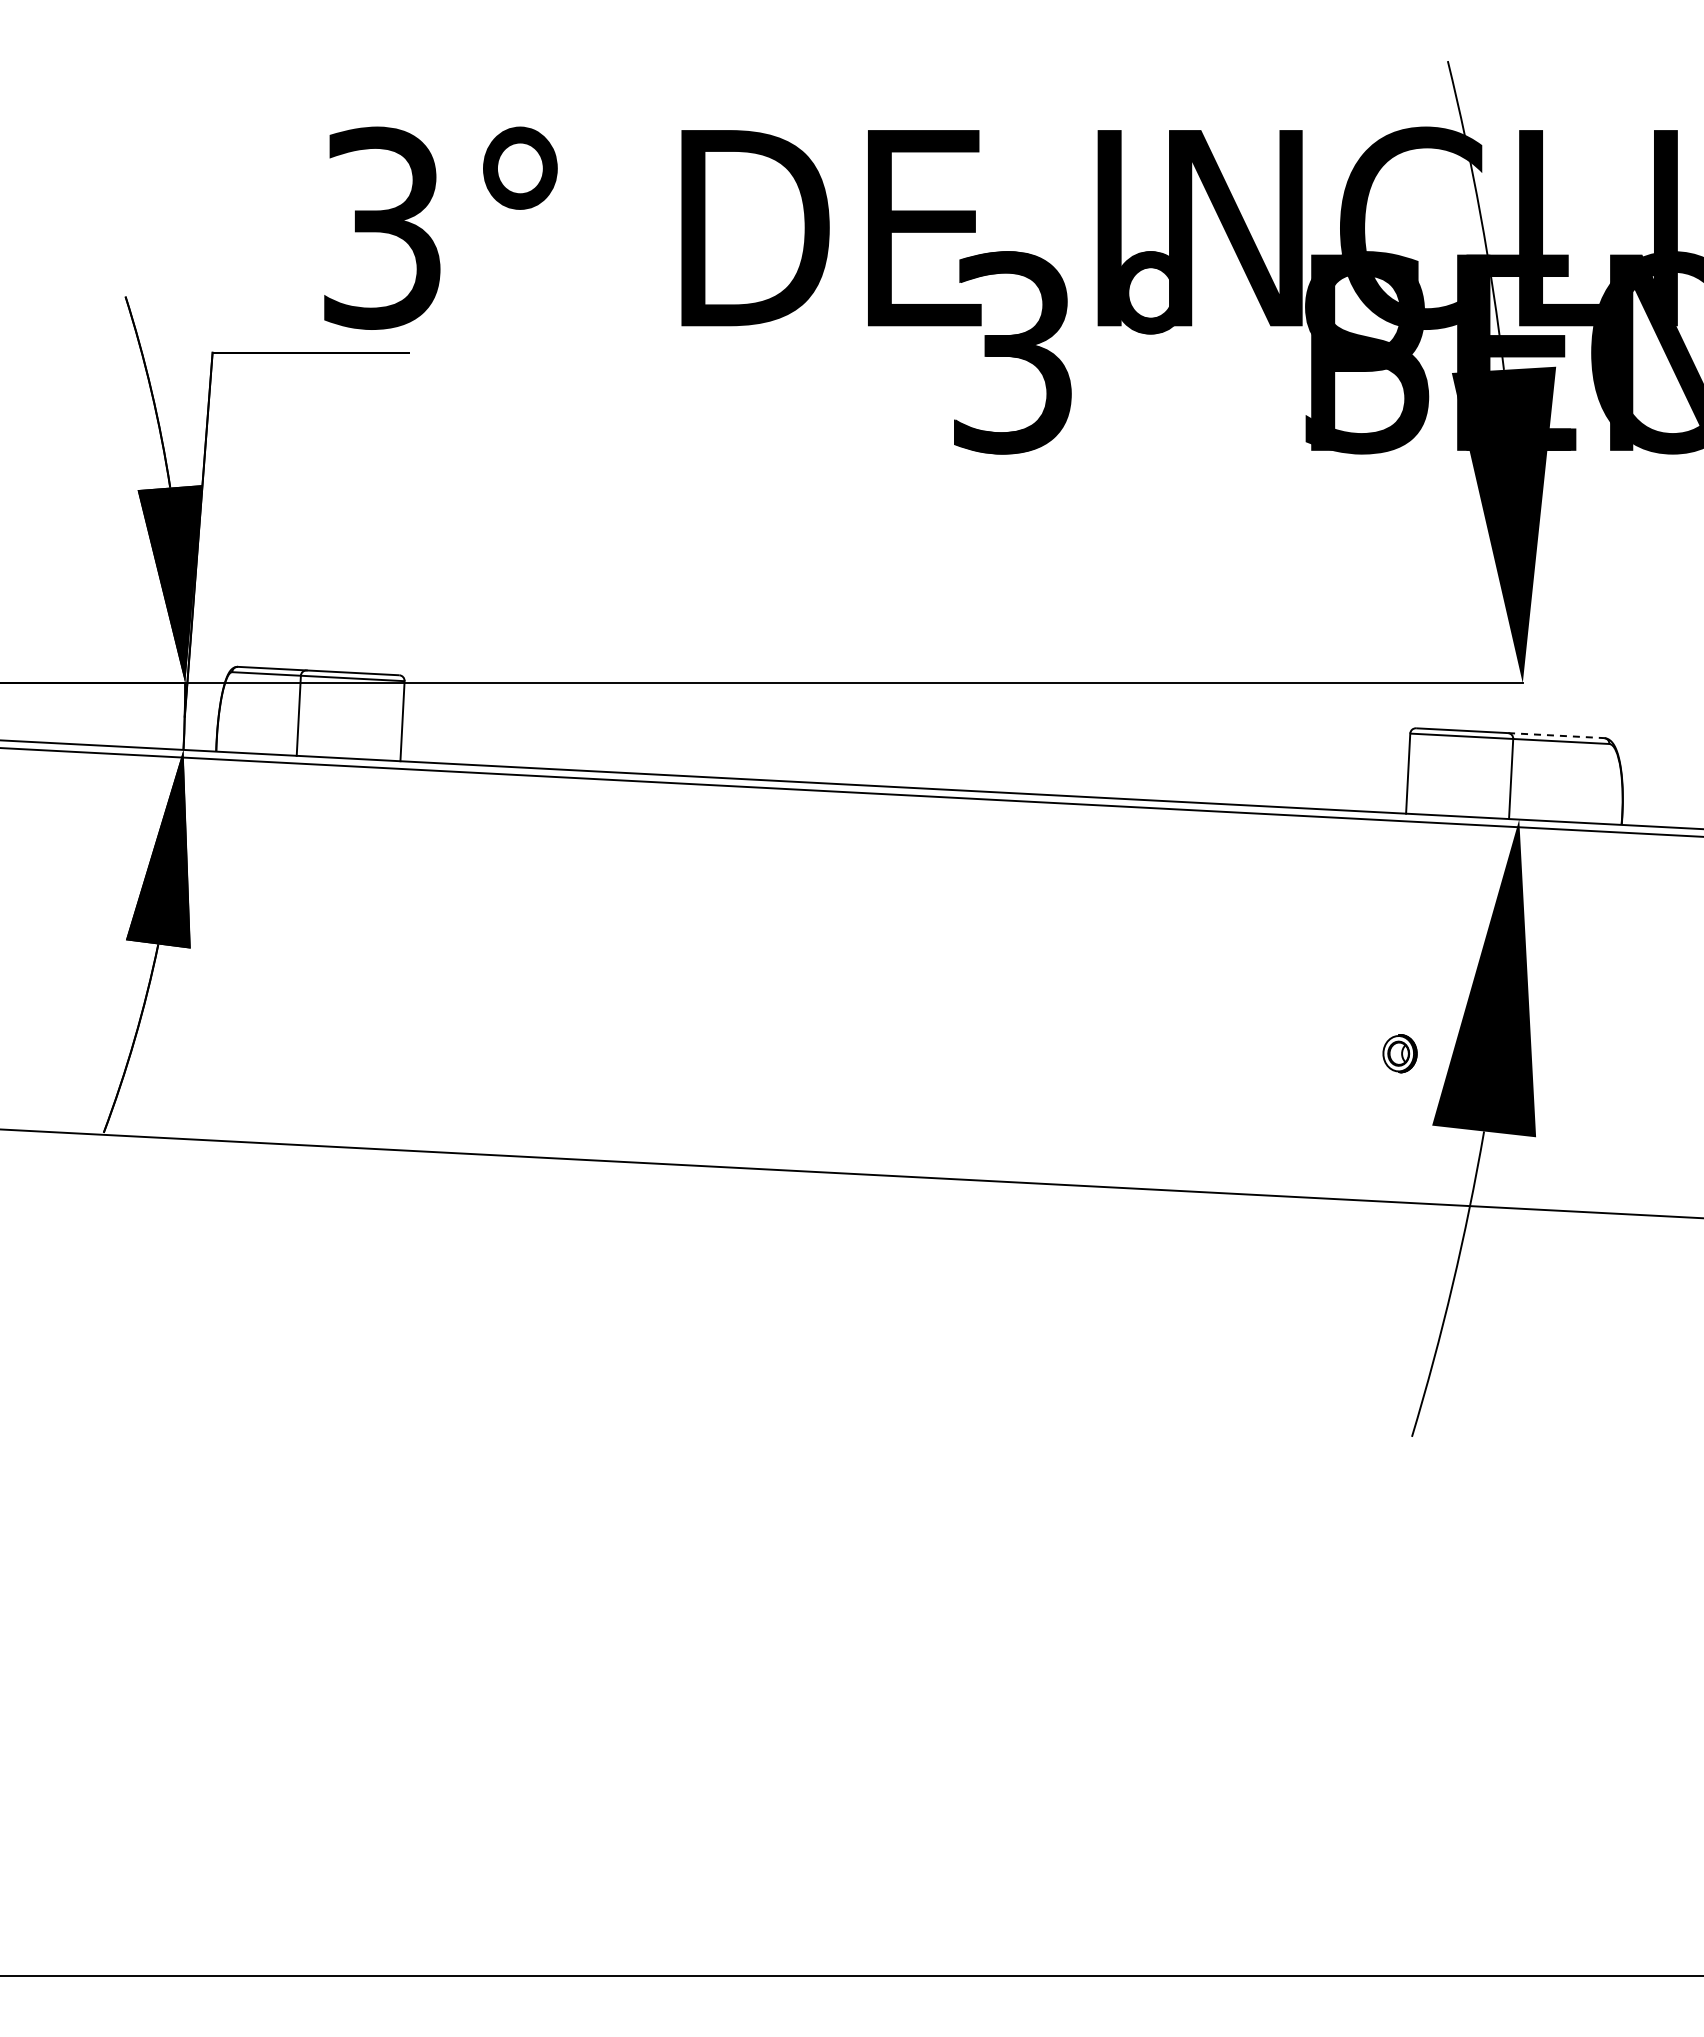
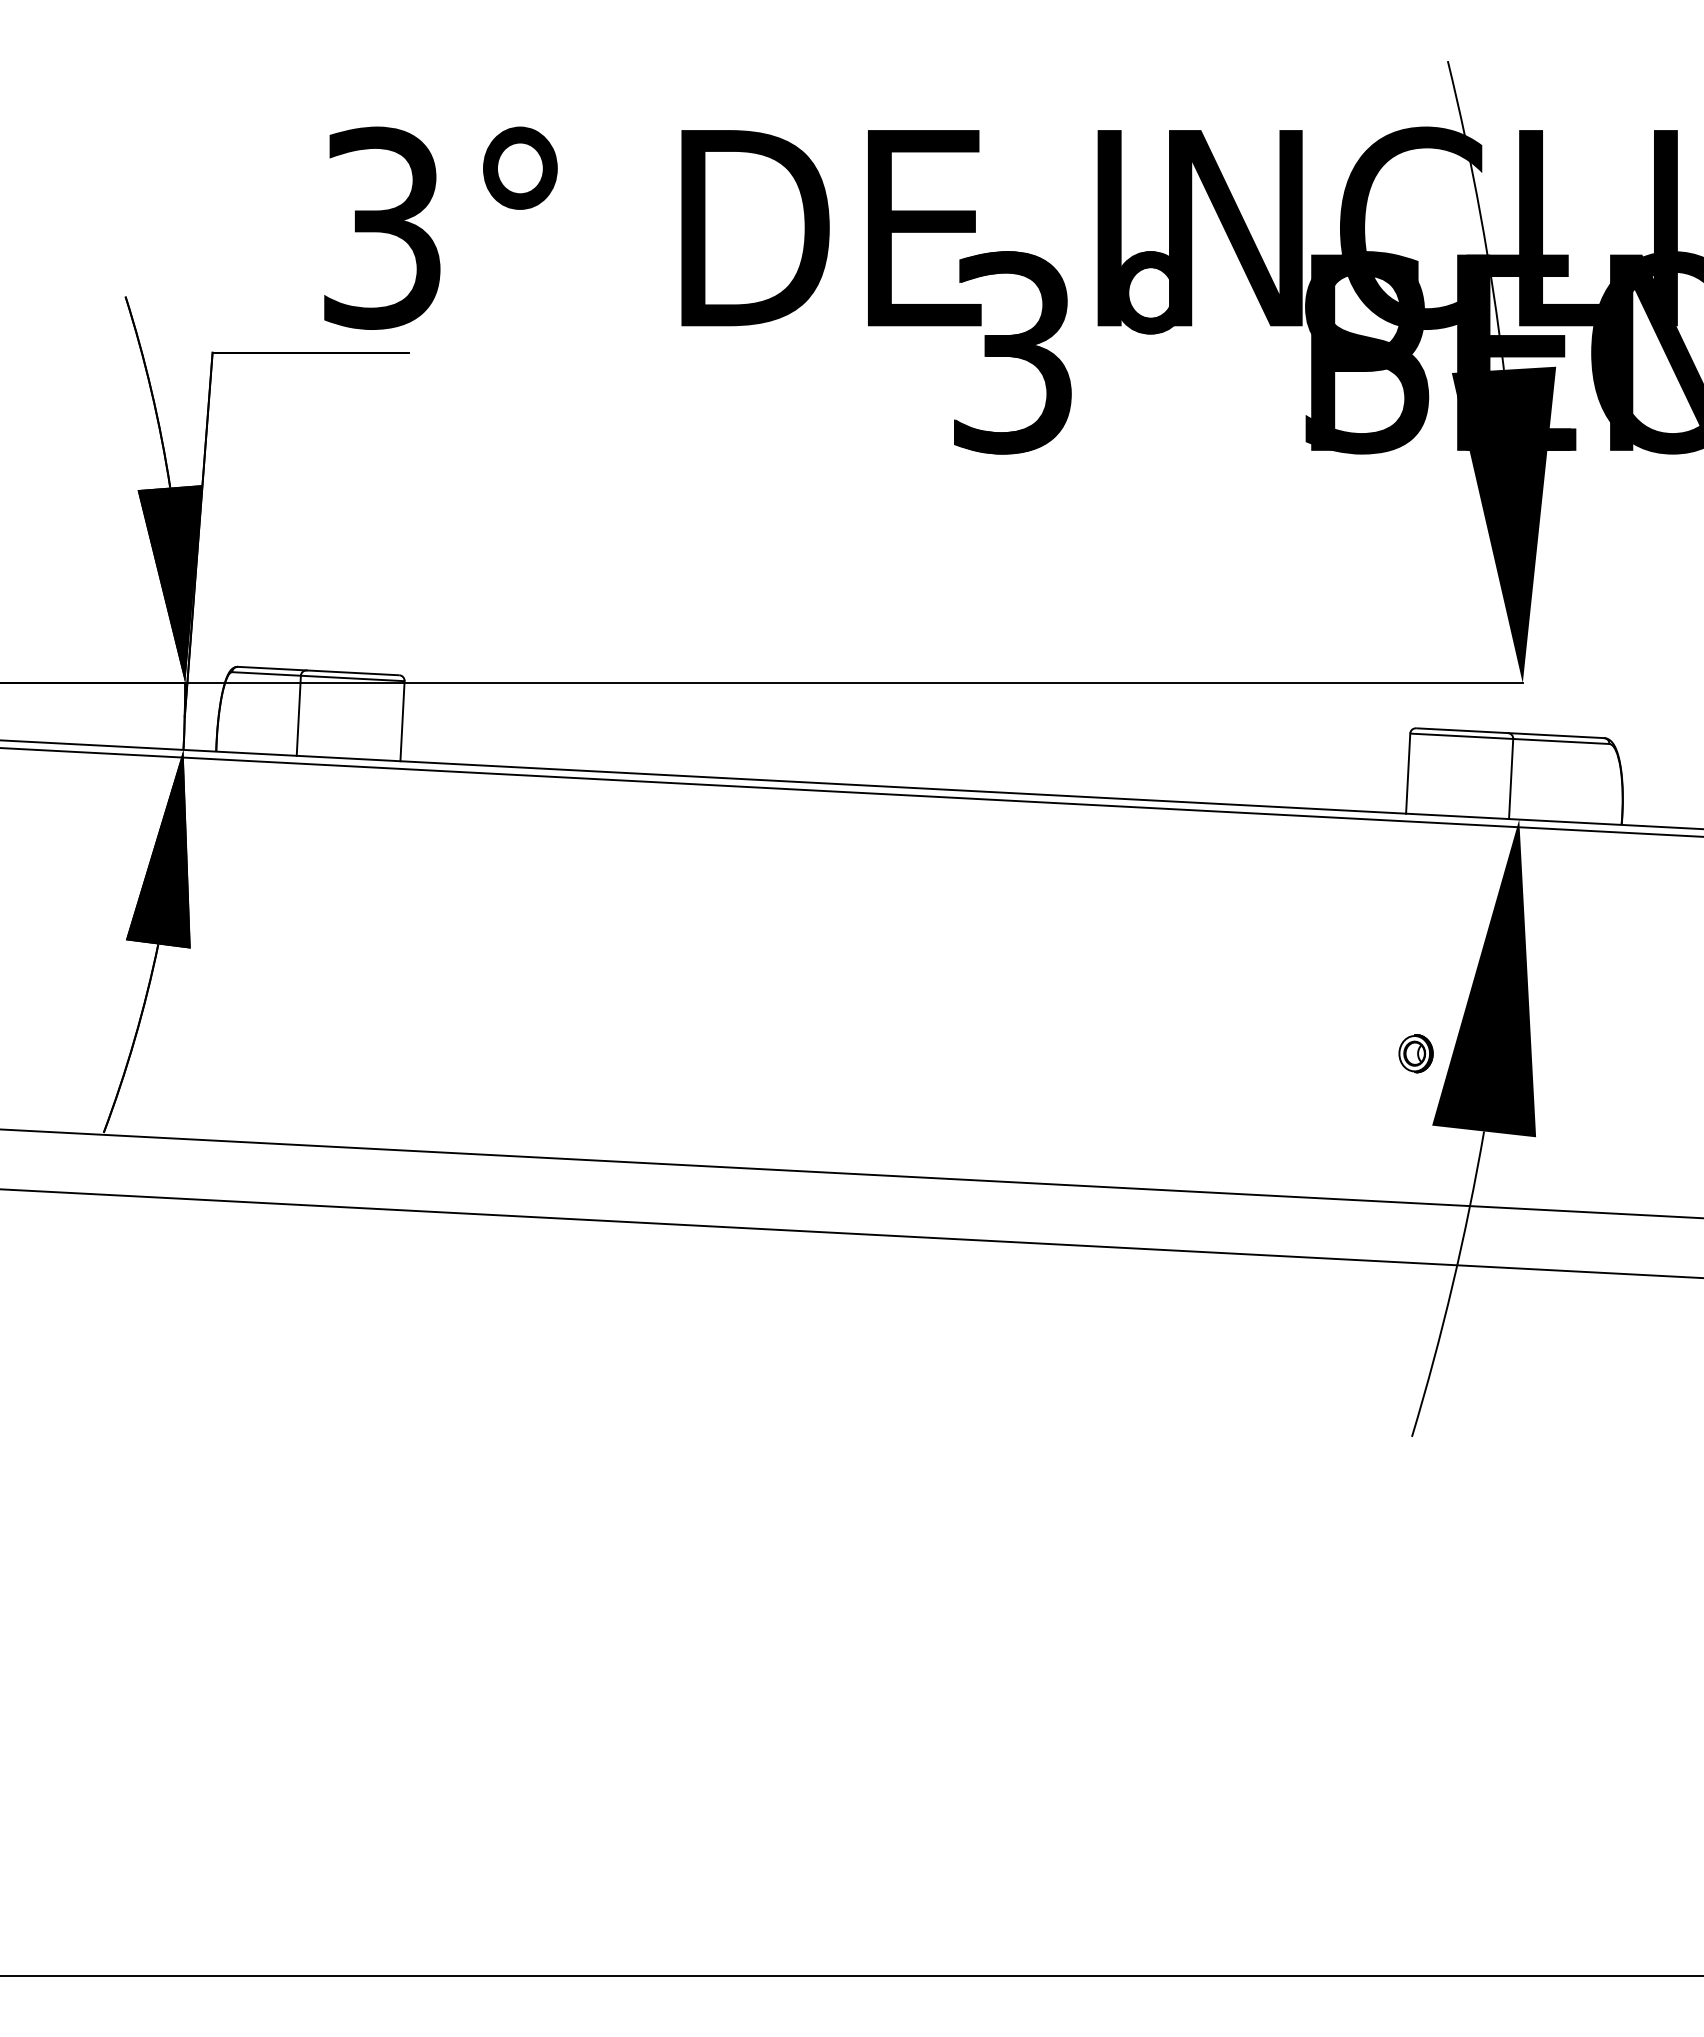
line at (1556, 735): dashed -> solid
part at (1399, 1053) position: (1399, 1053) -> (1415, 1053)
line at (851, 1233): none -> present
